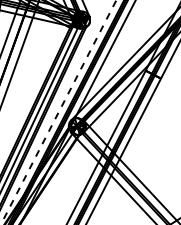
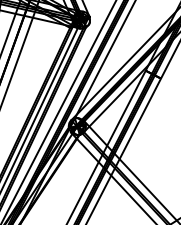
line at (58, 112): dashed -> solid
